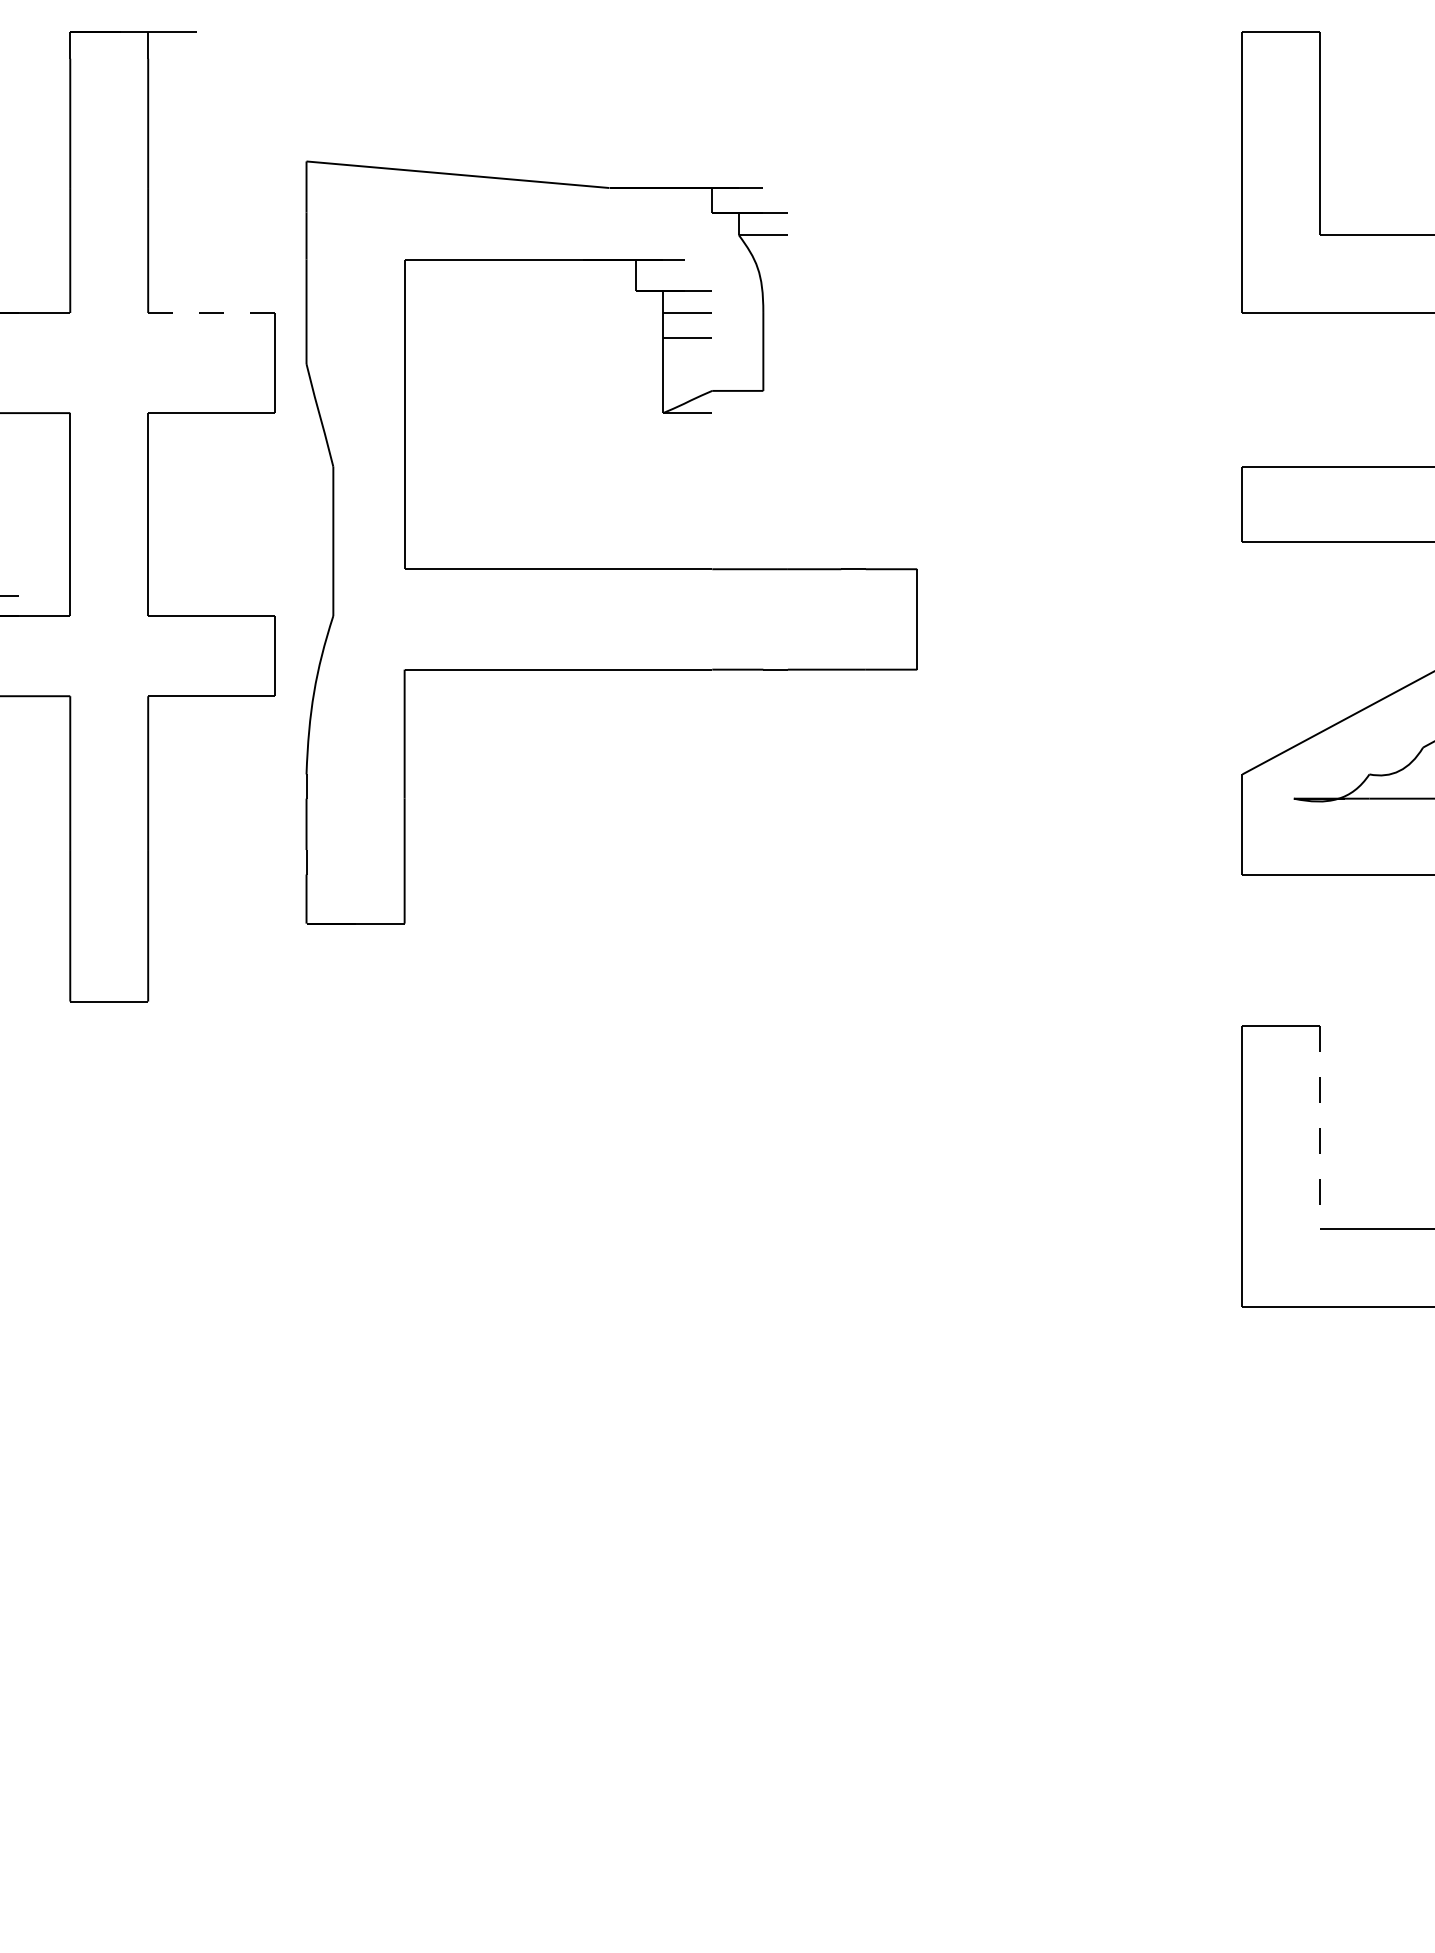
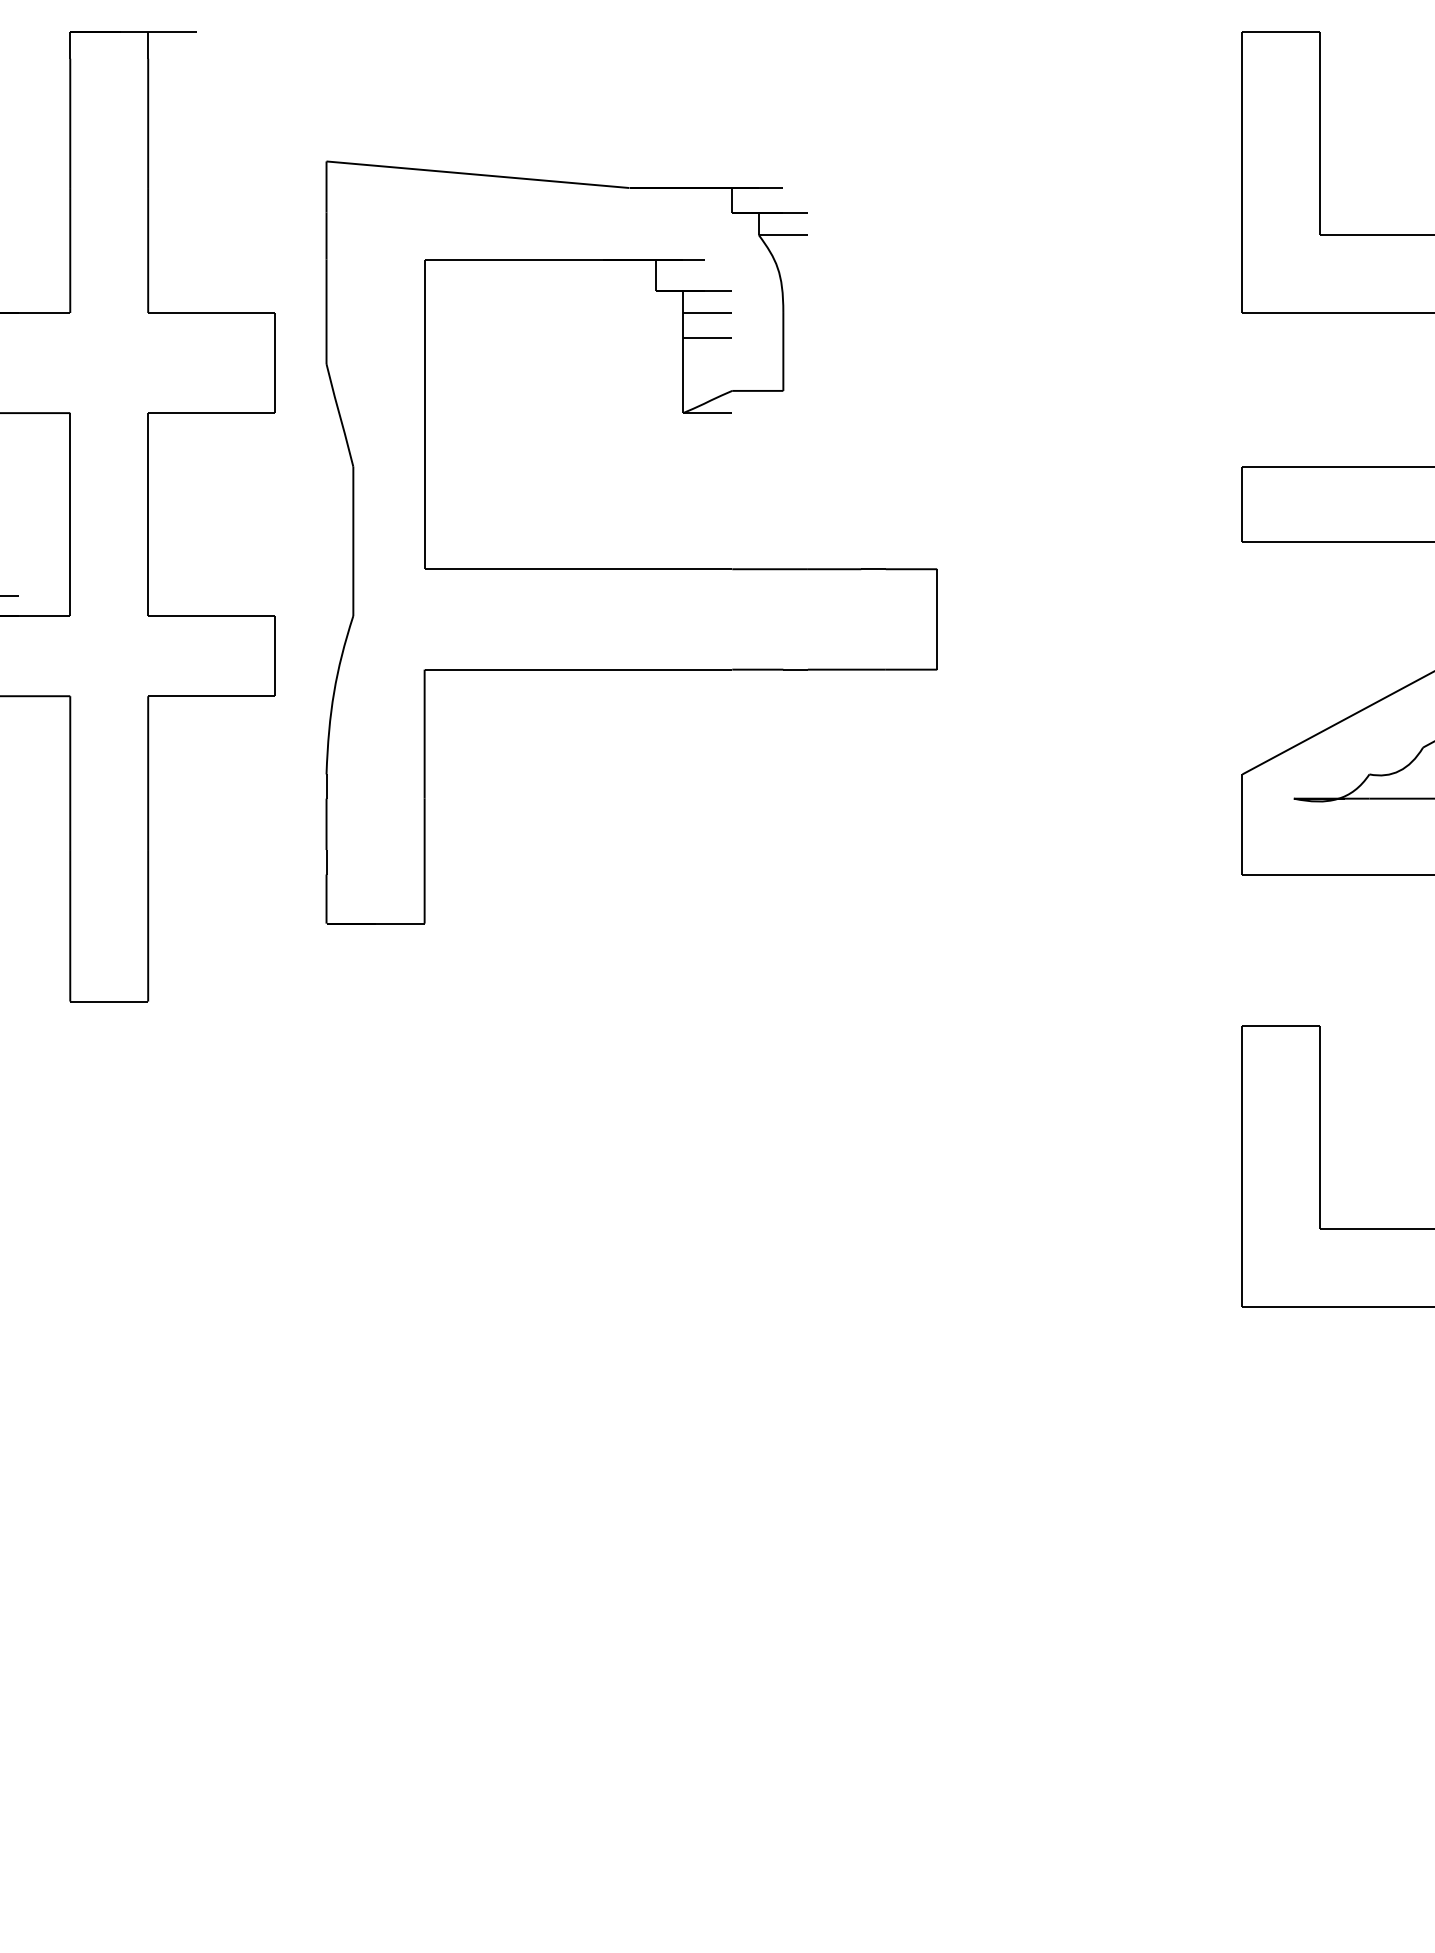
line at (211, 312): dashed -> solid
part at (611, 568) position: (611, 568) -> (631, 568)
line at (1320, 1128): dashed -> solid
